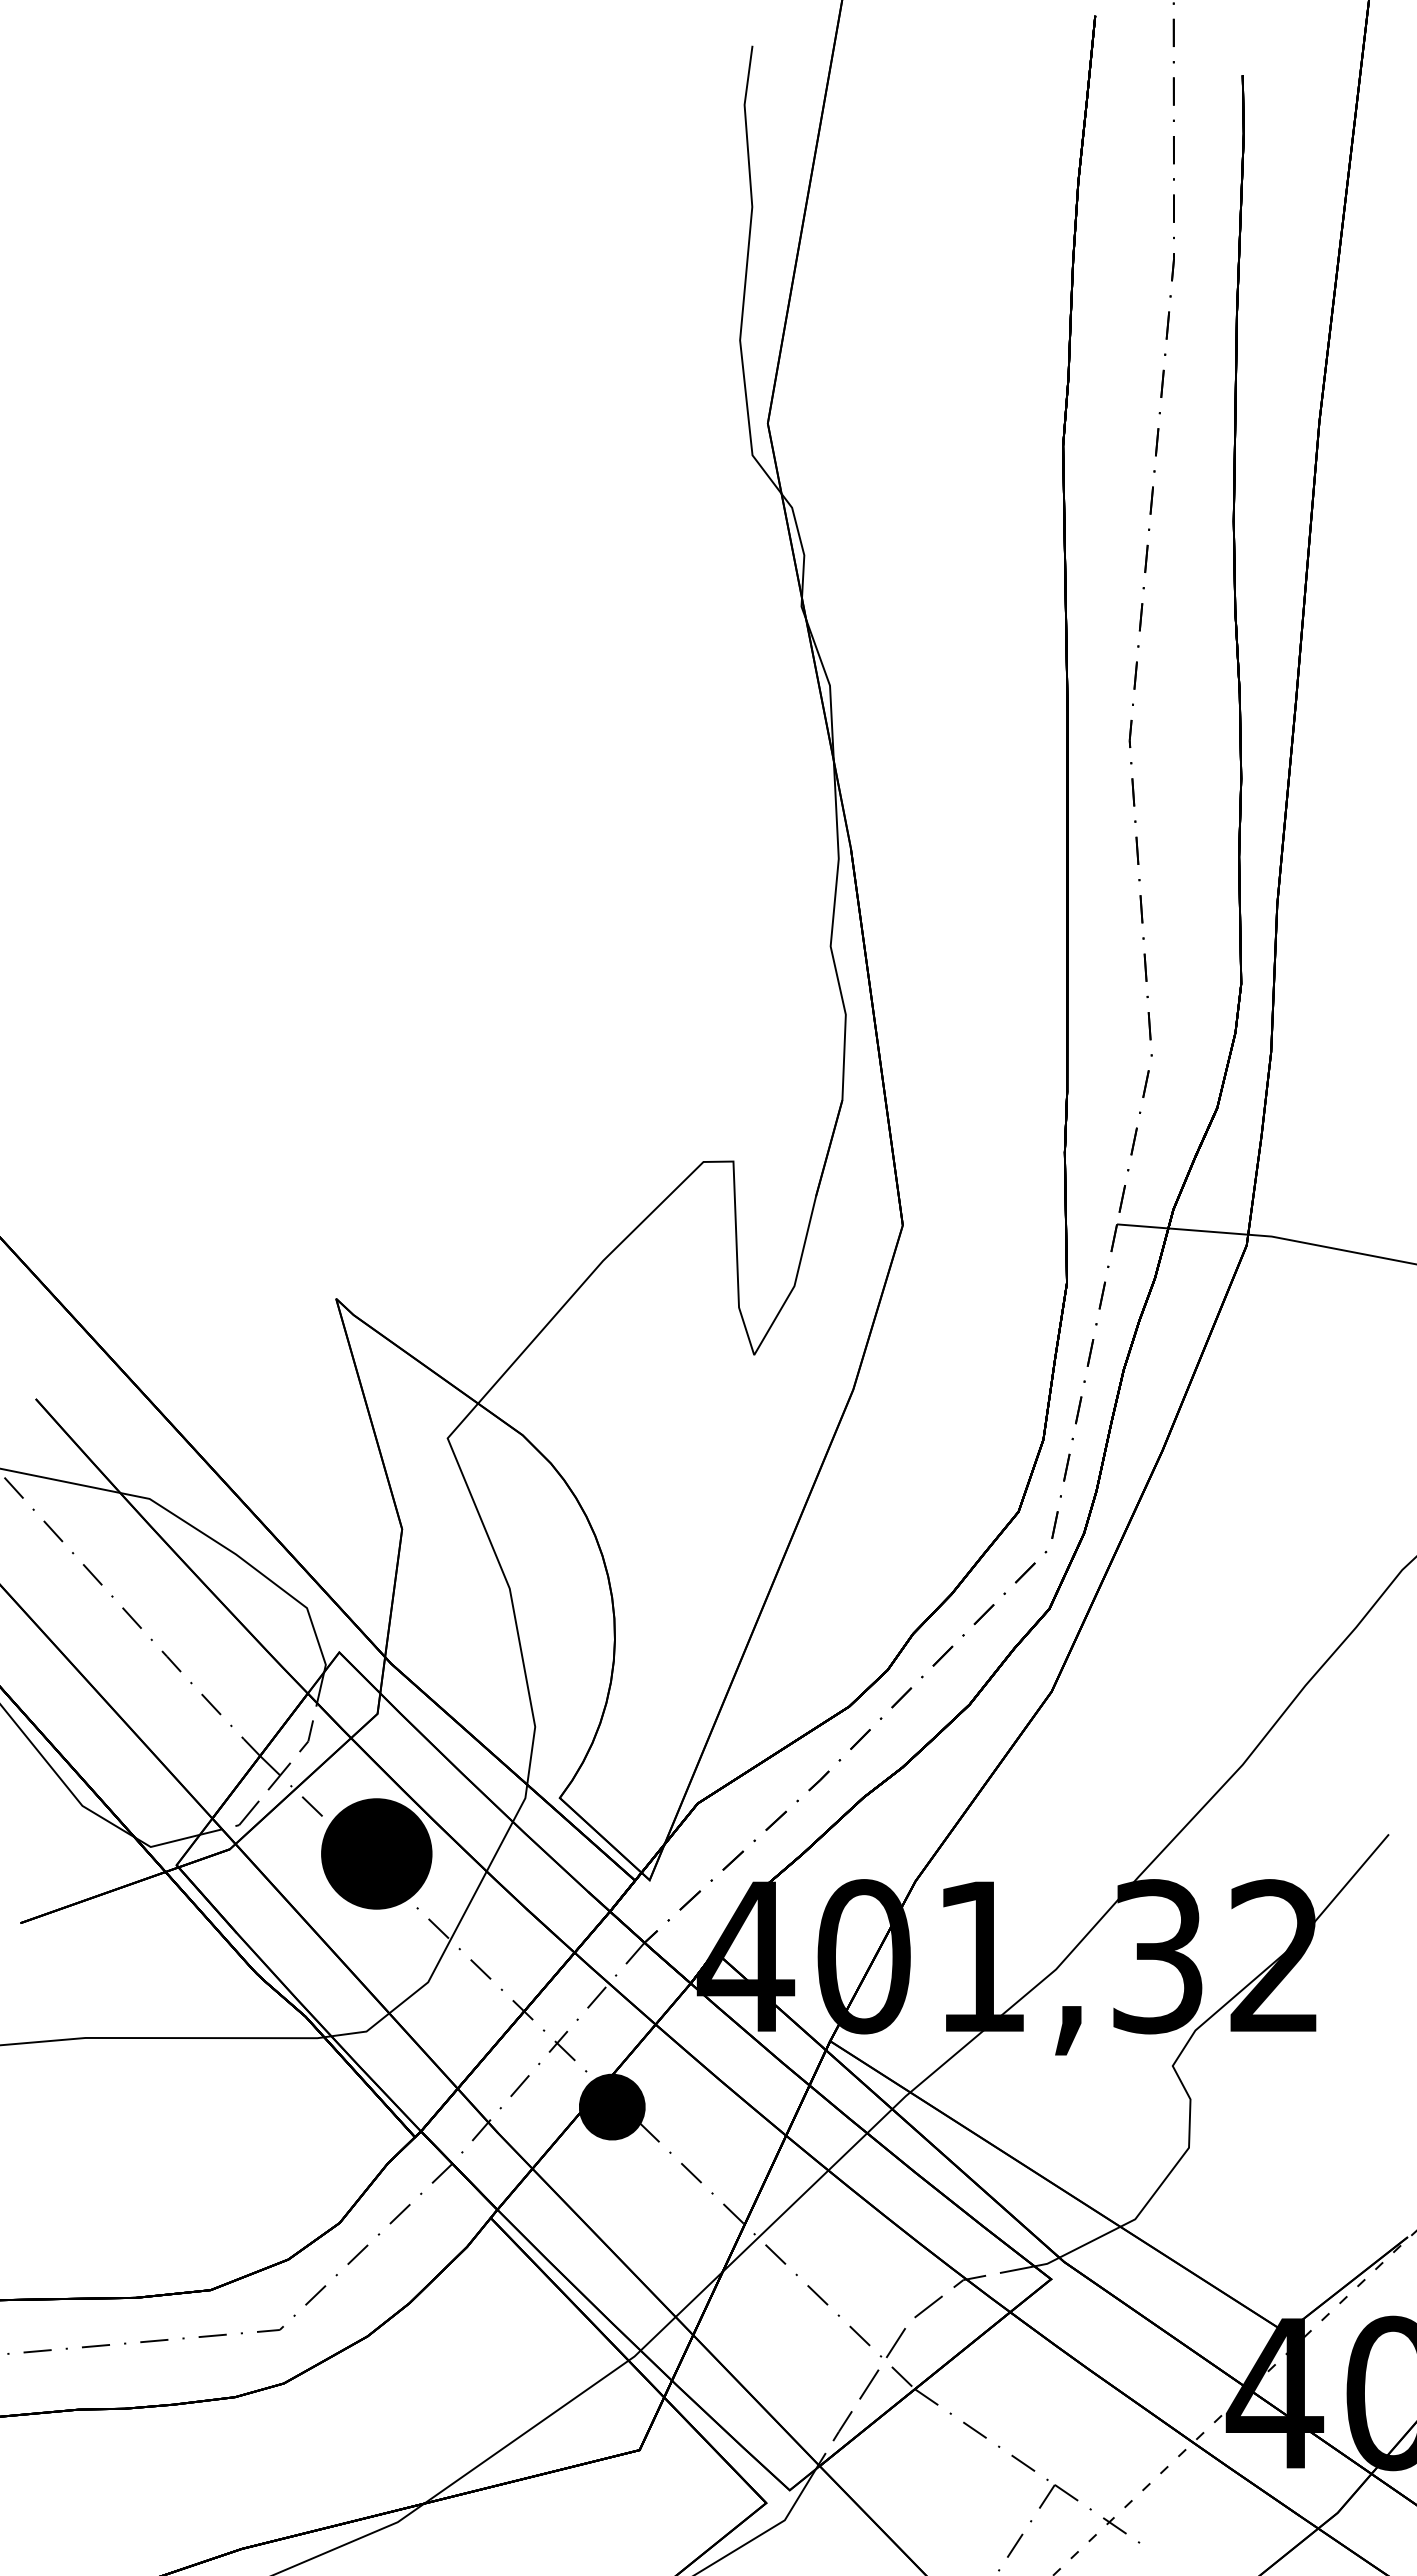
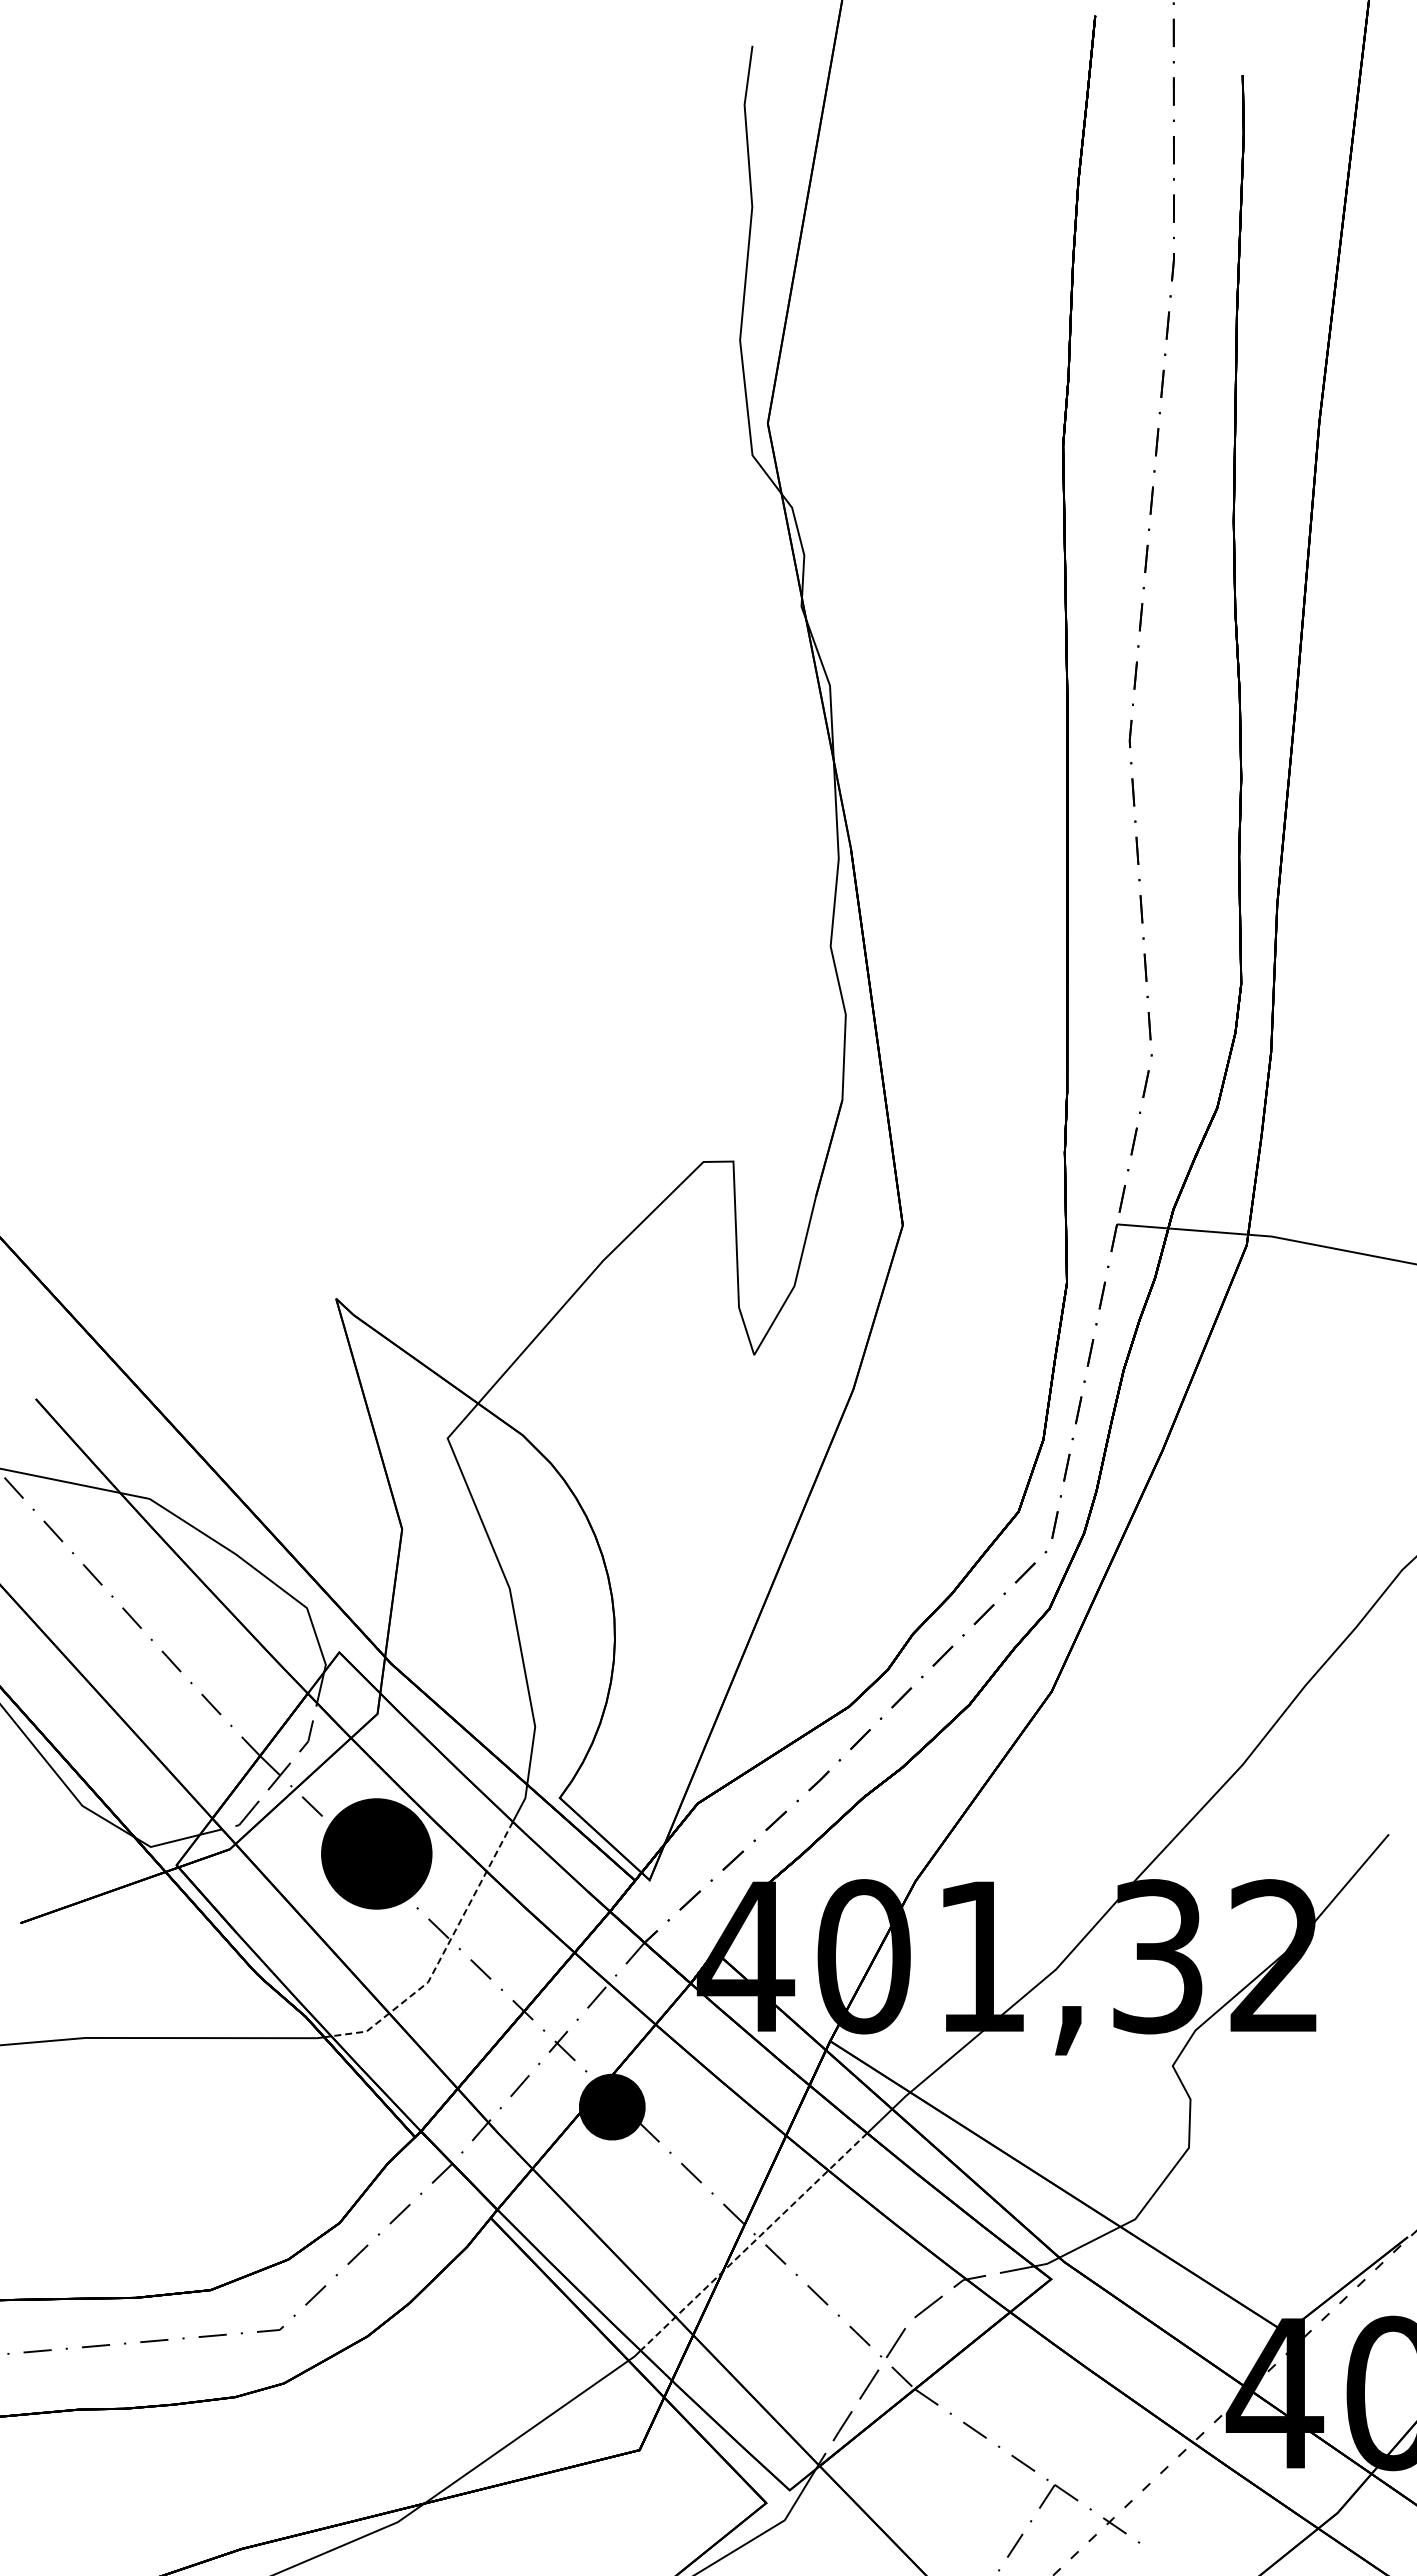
line at (443, 1954): solid -> dashed
line at (753, 2242): solid -> dashed
